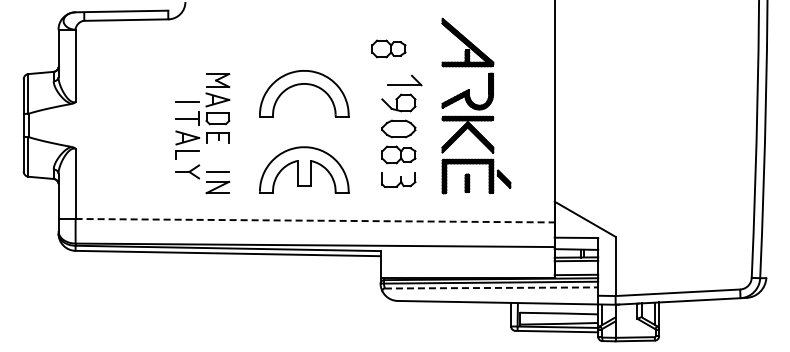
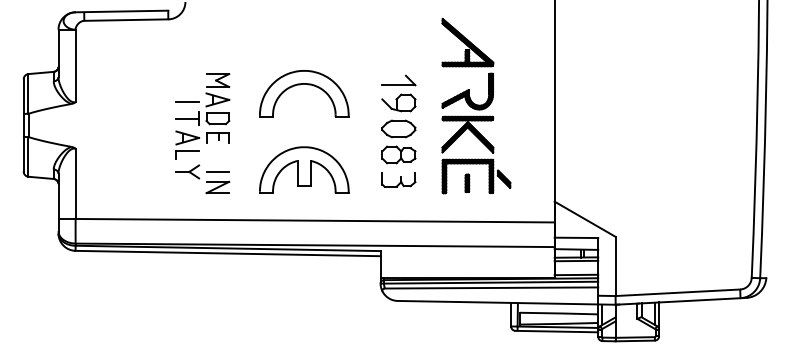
part at (388, 48): present -> none
part at (404, 80) position: (404, 80) -> (398, 80)
line at (315, 220): dashed -> solid
line at (491, 287): dashed -> solid
